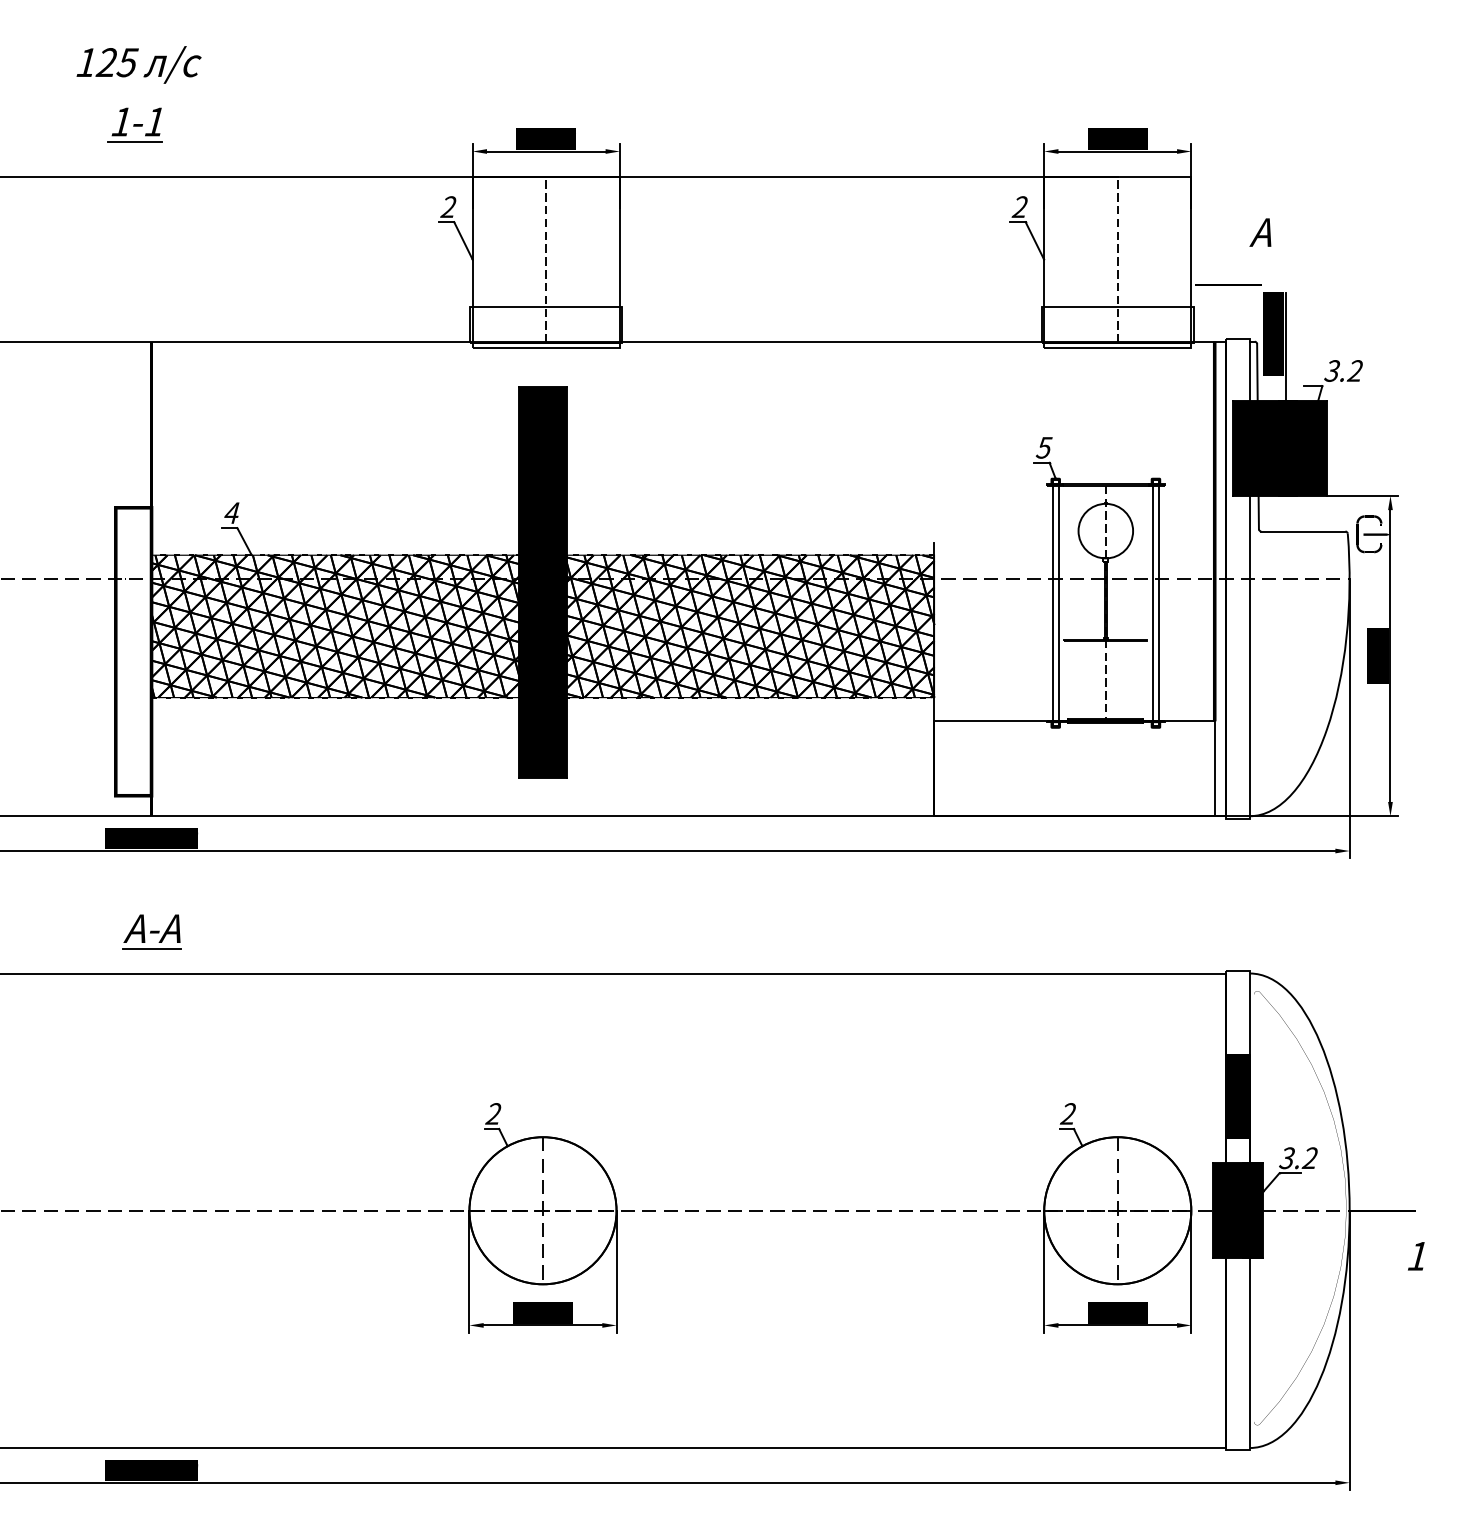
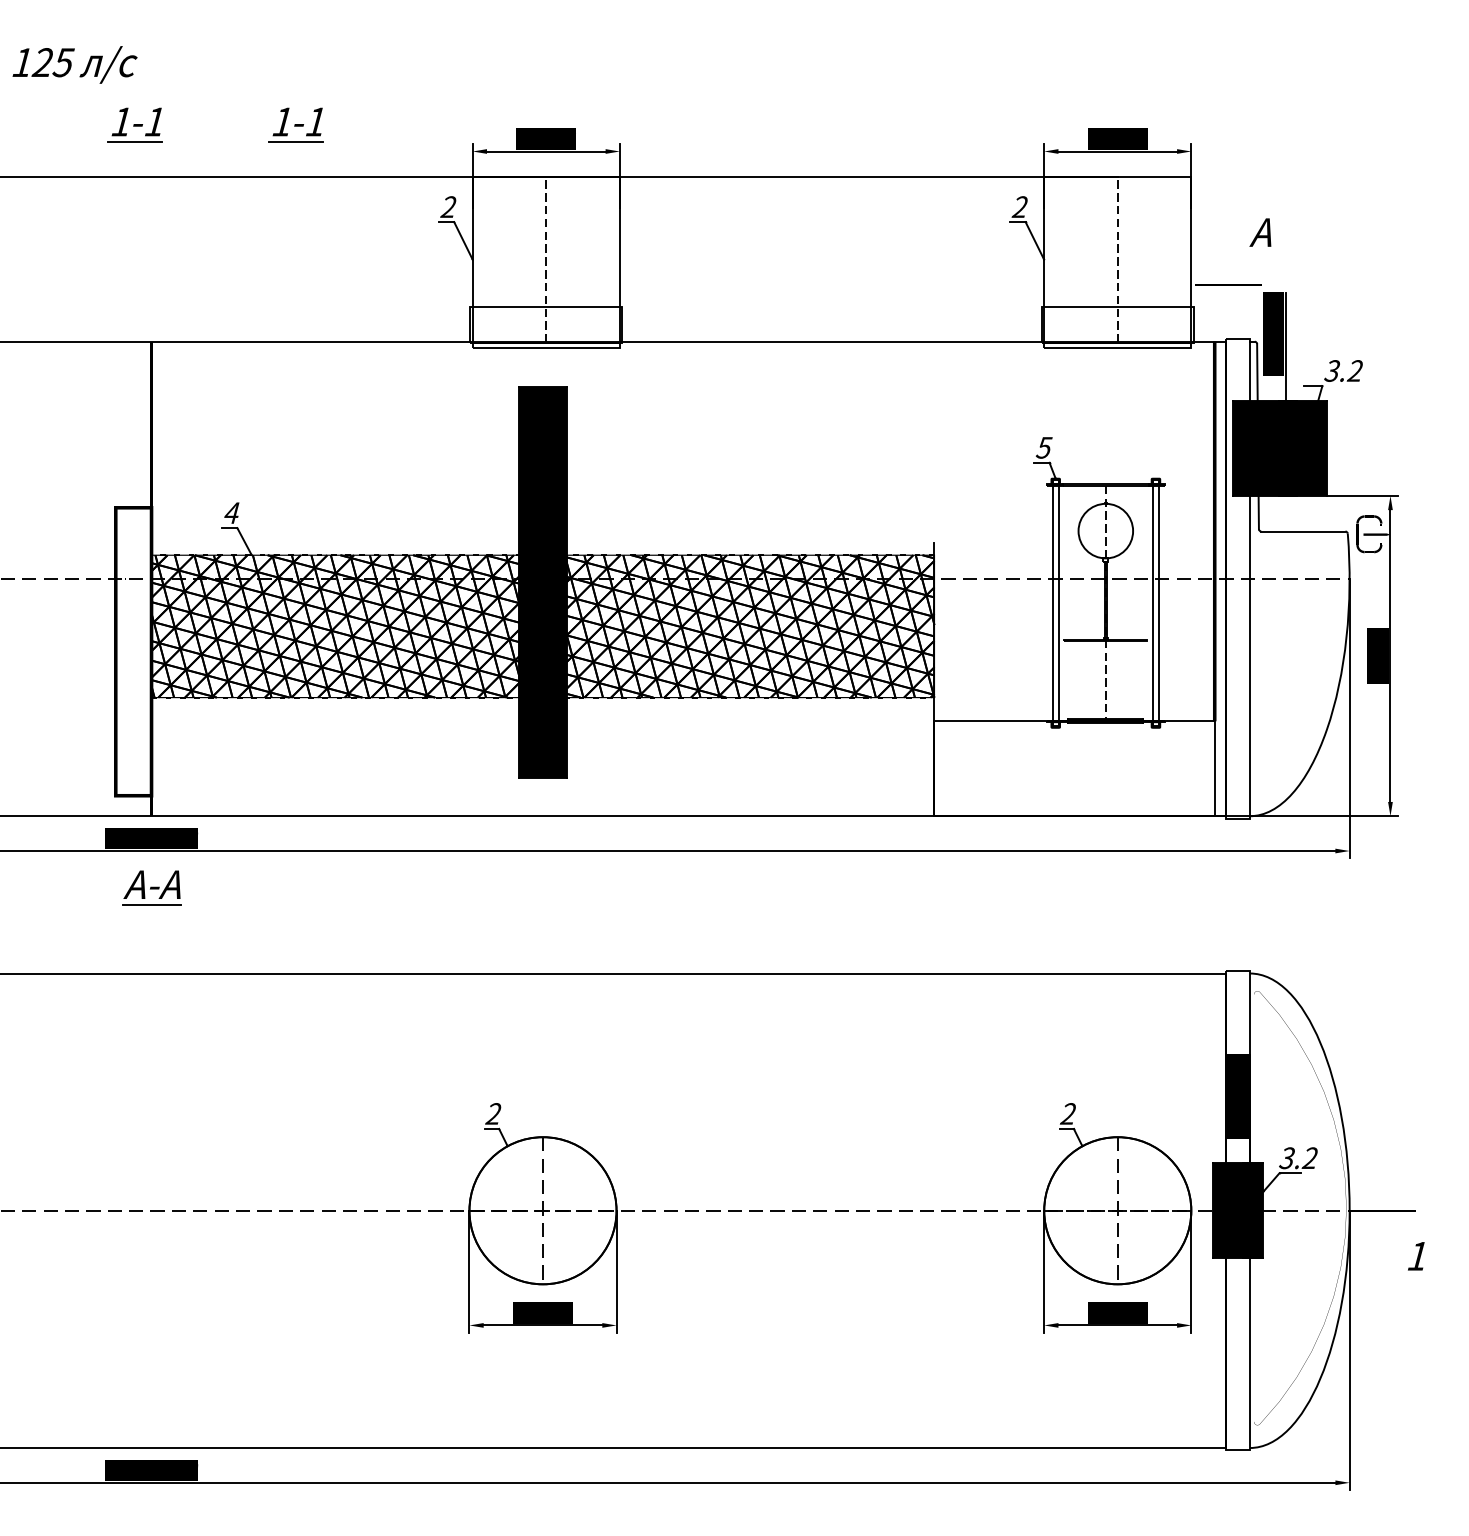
text at (138, 64) position: (138, 64) -> (74, 64)
part at (295, 124): none -> present
part at (151, 931) position: (151, 931) -> (151, 887)
